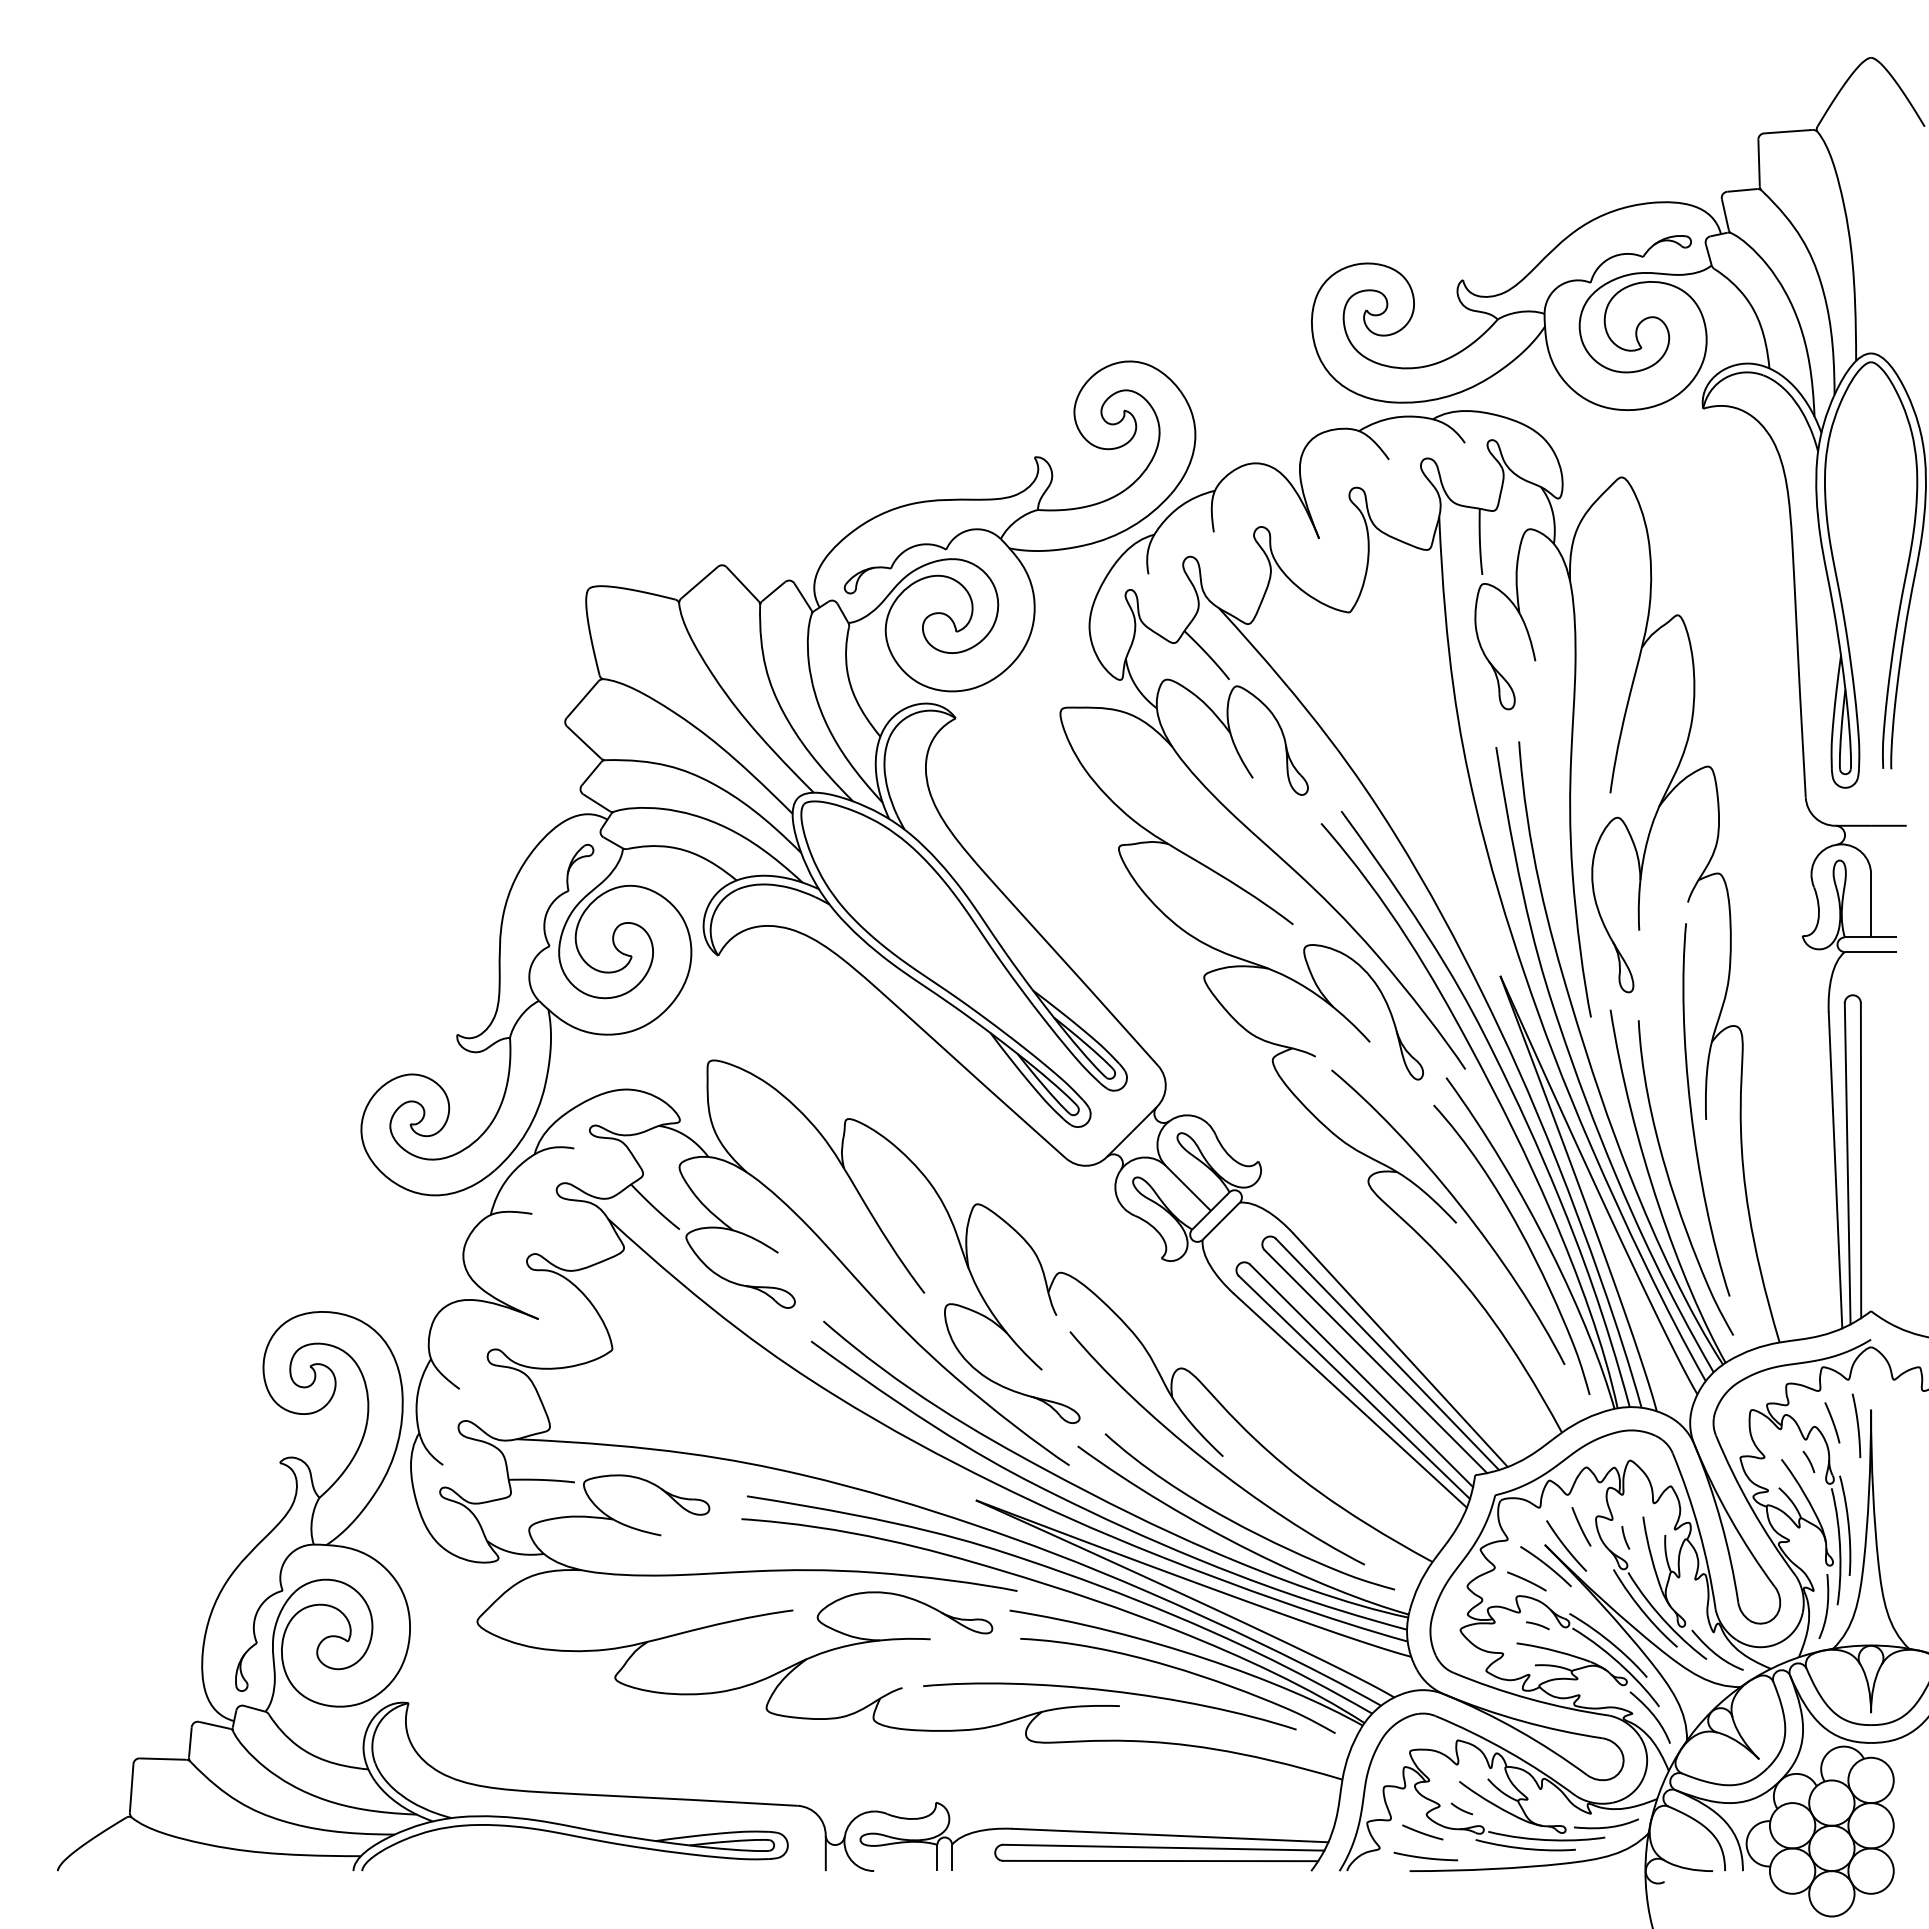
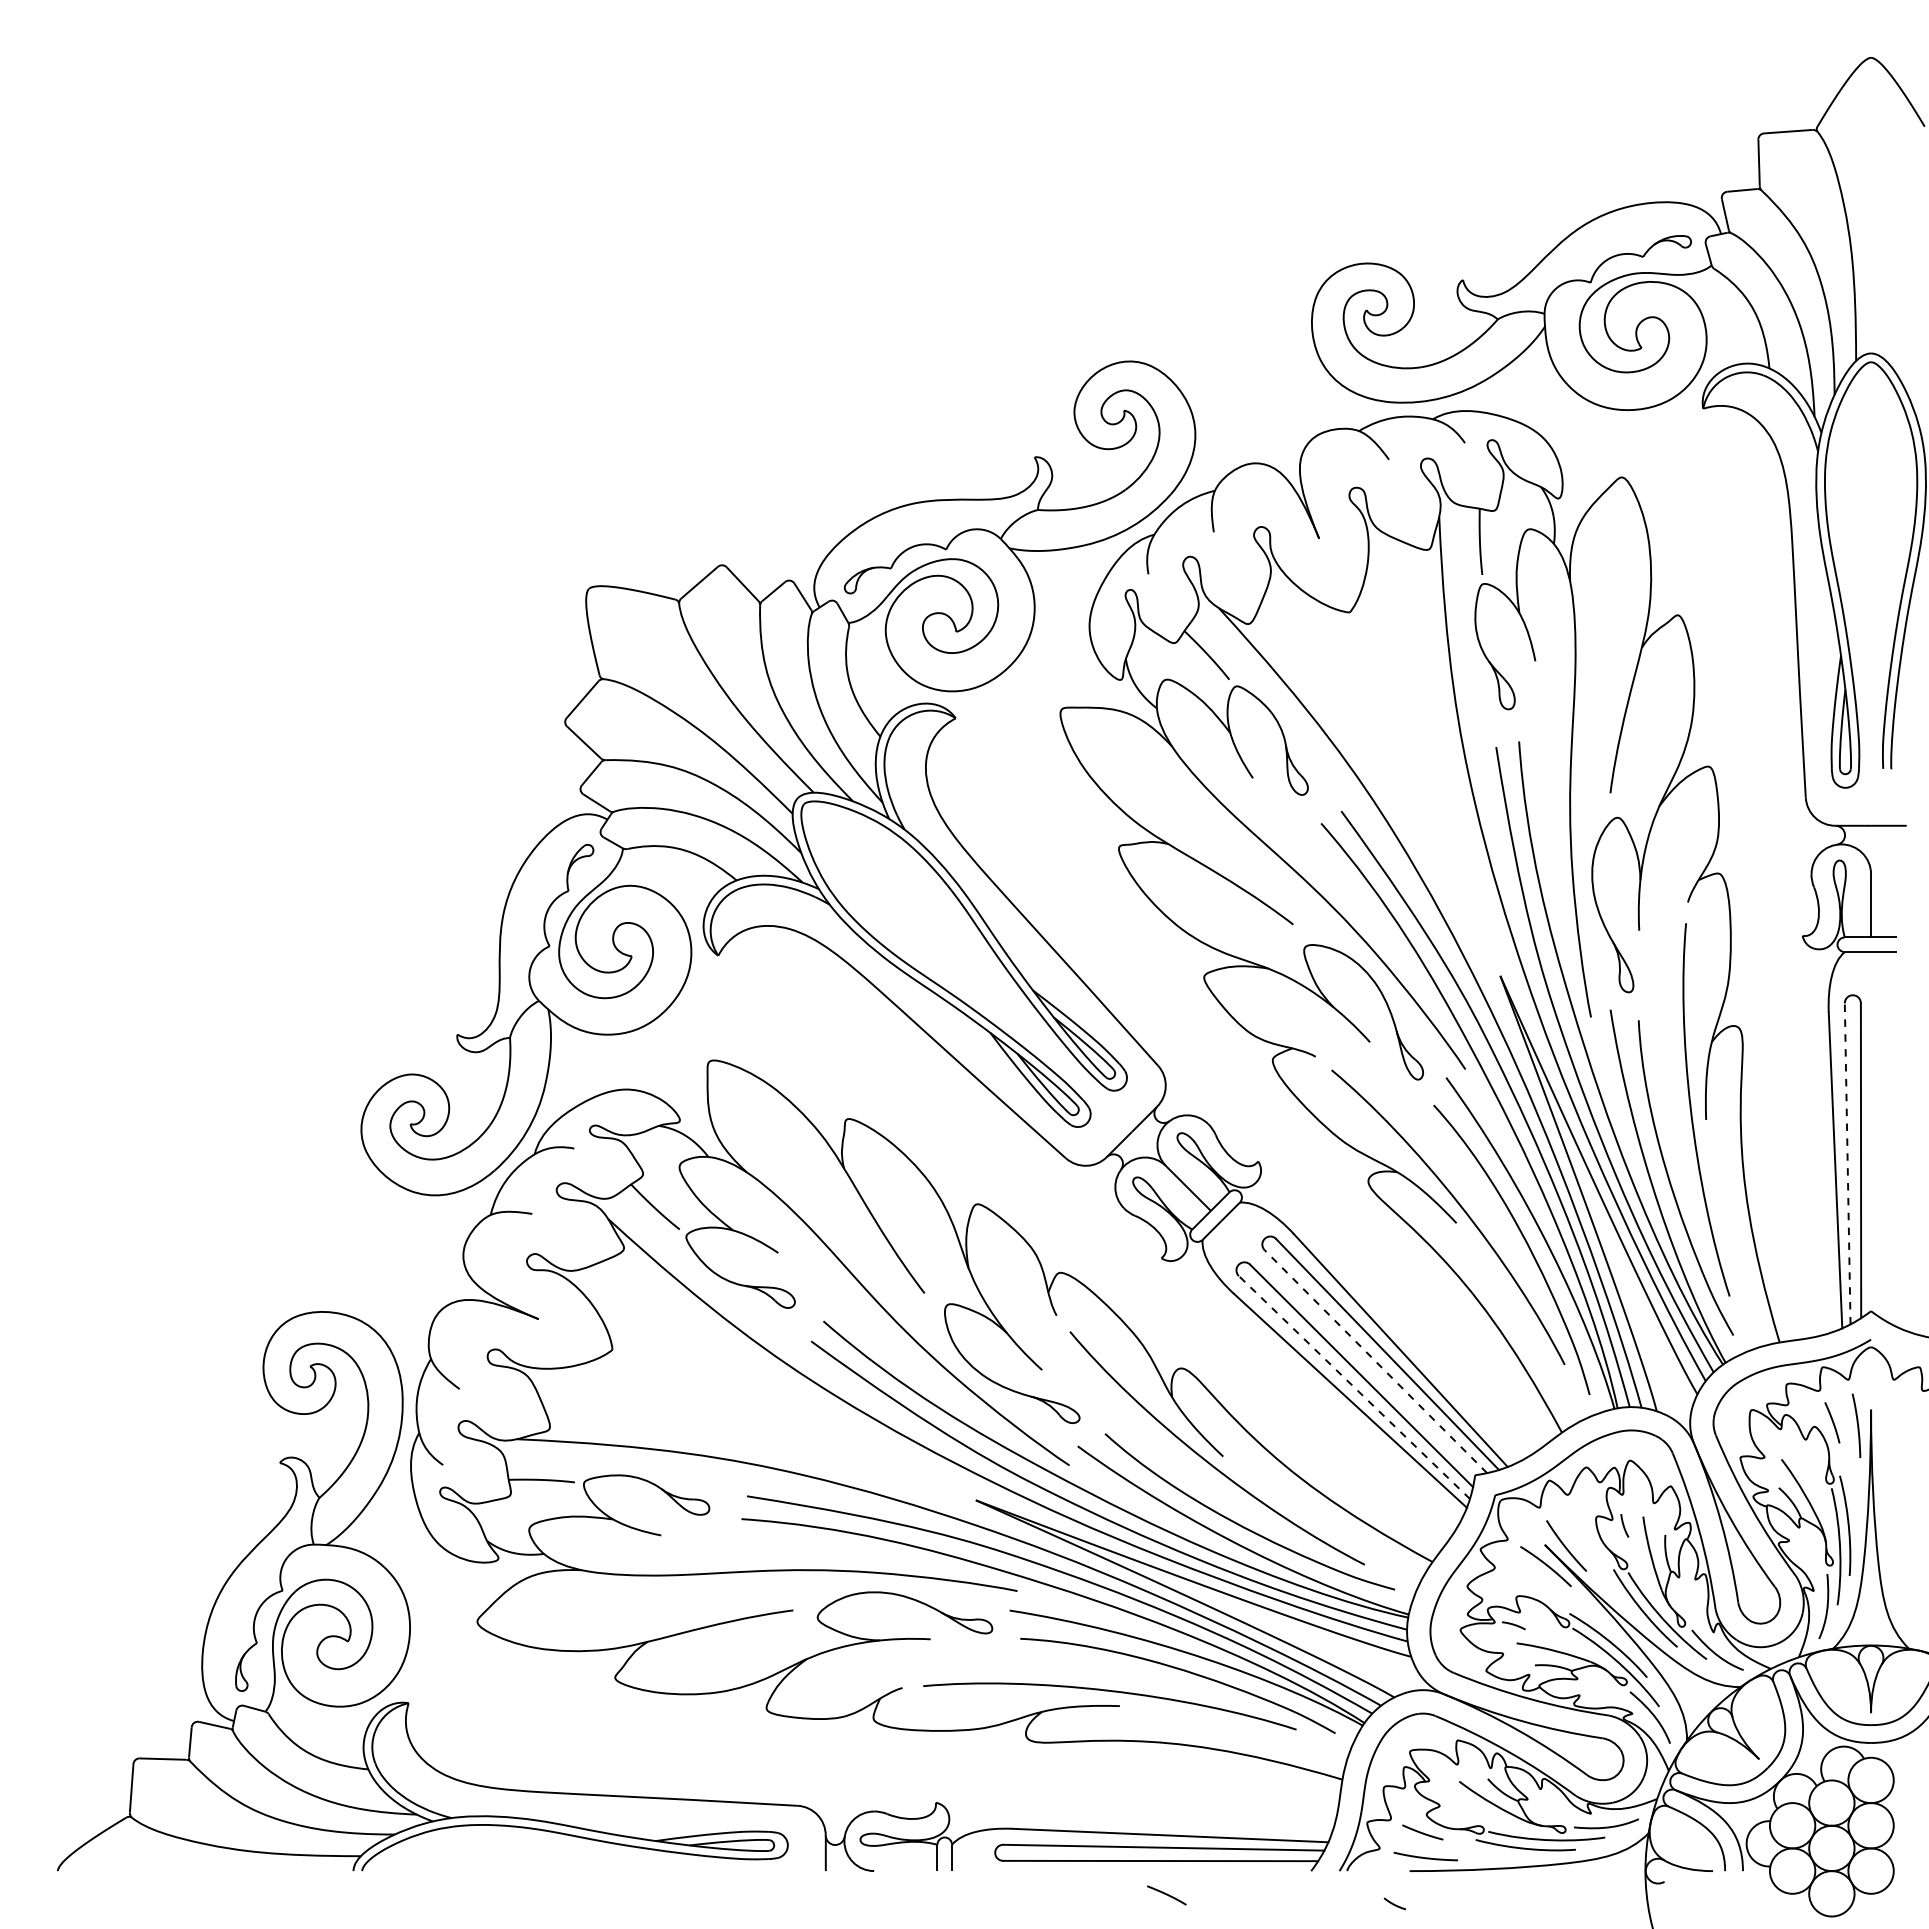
line at (1847, 1163): solid -> dashed
line at (1375, 1361): solid -> dashed
line at (1354, 1387): solid -> dashed
curve at (1808, 1461): present -> none
line at (1581, 1526): present -> none
curve at (1625, 1537) position: (1625, 1537) -> (1624, 1525)
line at (1526, 1581) position: (1526, 1581) -> (1166, 1895)
curve at (1537, 1625) position: (1537, 1625) -> (1513, 1625)
line at (1461, 1808) position: (1461, 1808) -> (1394, 1903)
